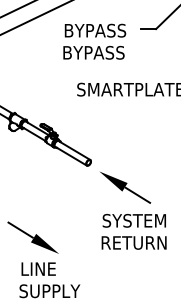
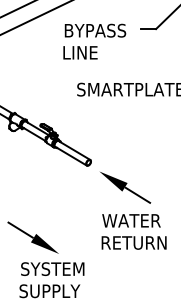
text at (94, 52): BYPASS -> LINE
text at (133, 220): SYSTEM -> WATER
text at (52, 269): LINE -> SYSTEM
